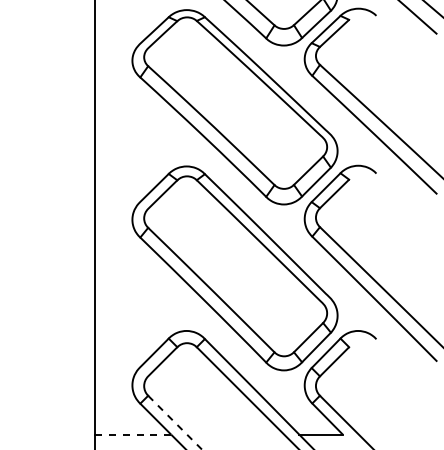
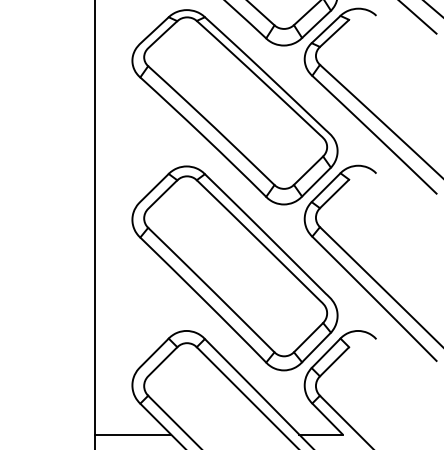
line at (175, 422): dashed -> solid
line at (132, 434): dashed -> solid
